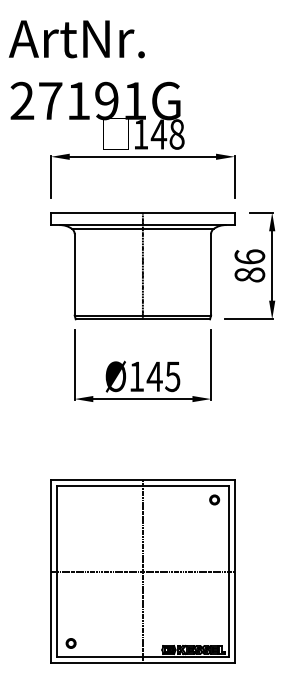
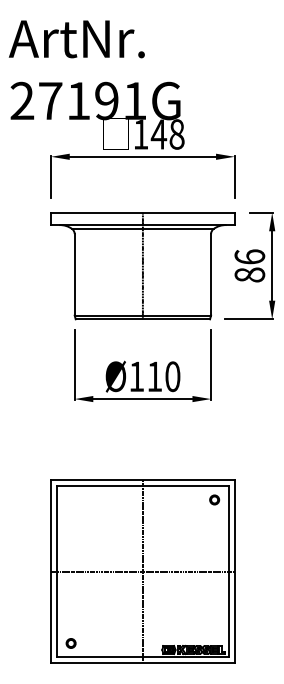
text at (163, 376): Ø145 -> Ø110
